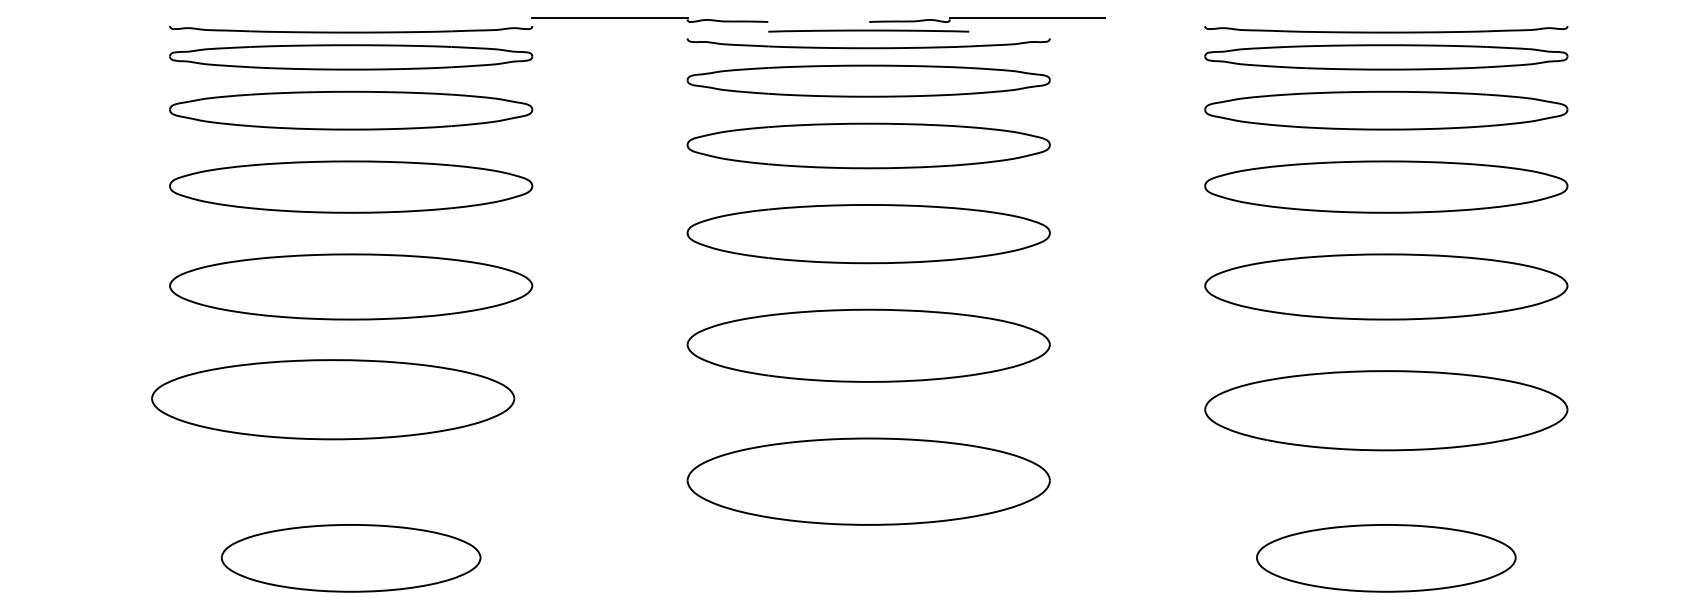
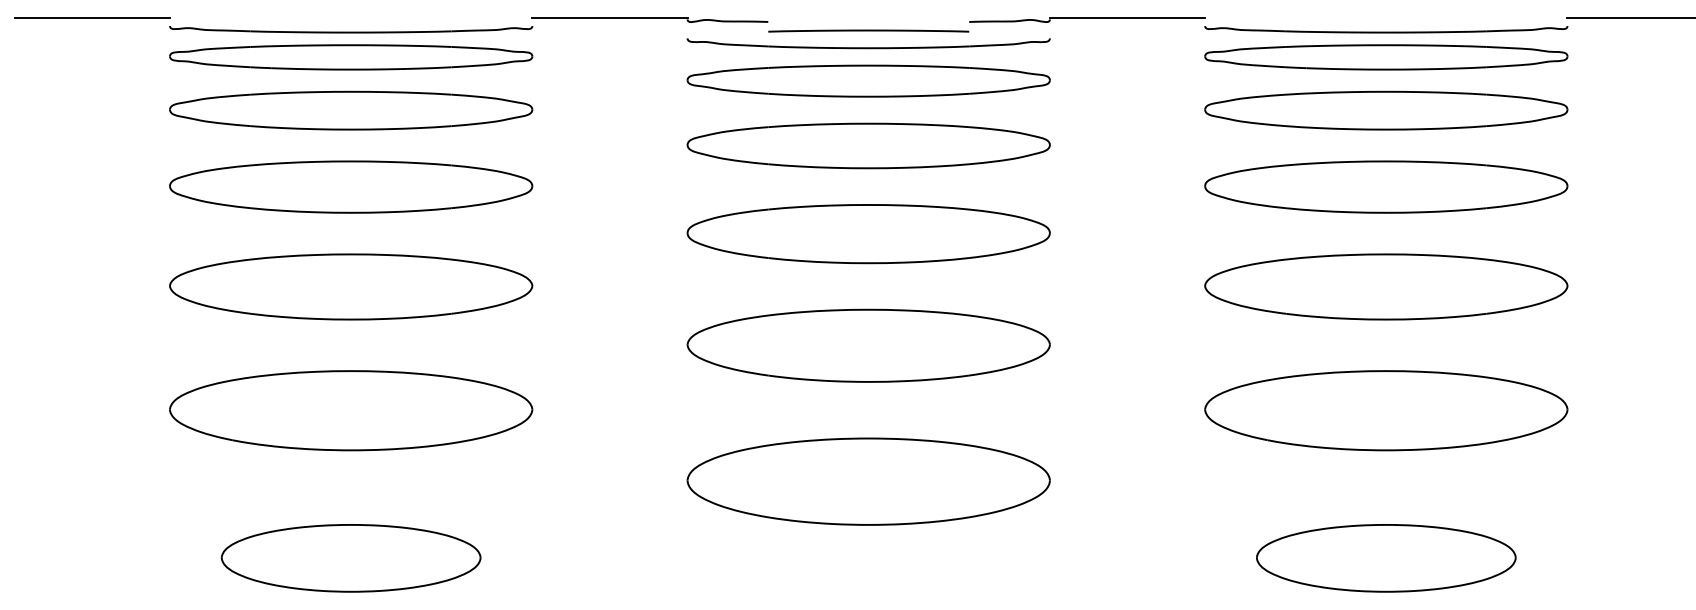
line at (92, 18): none -> present
line at (1629, 18): none -> present
part at (987, 19) position: (987, 19) -> (1087, 19)
part at (333, 399) position: (333, 399) -> (351, 410)
